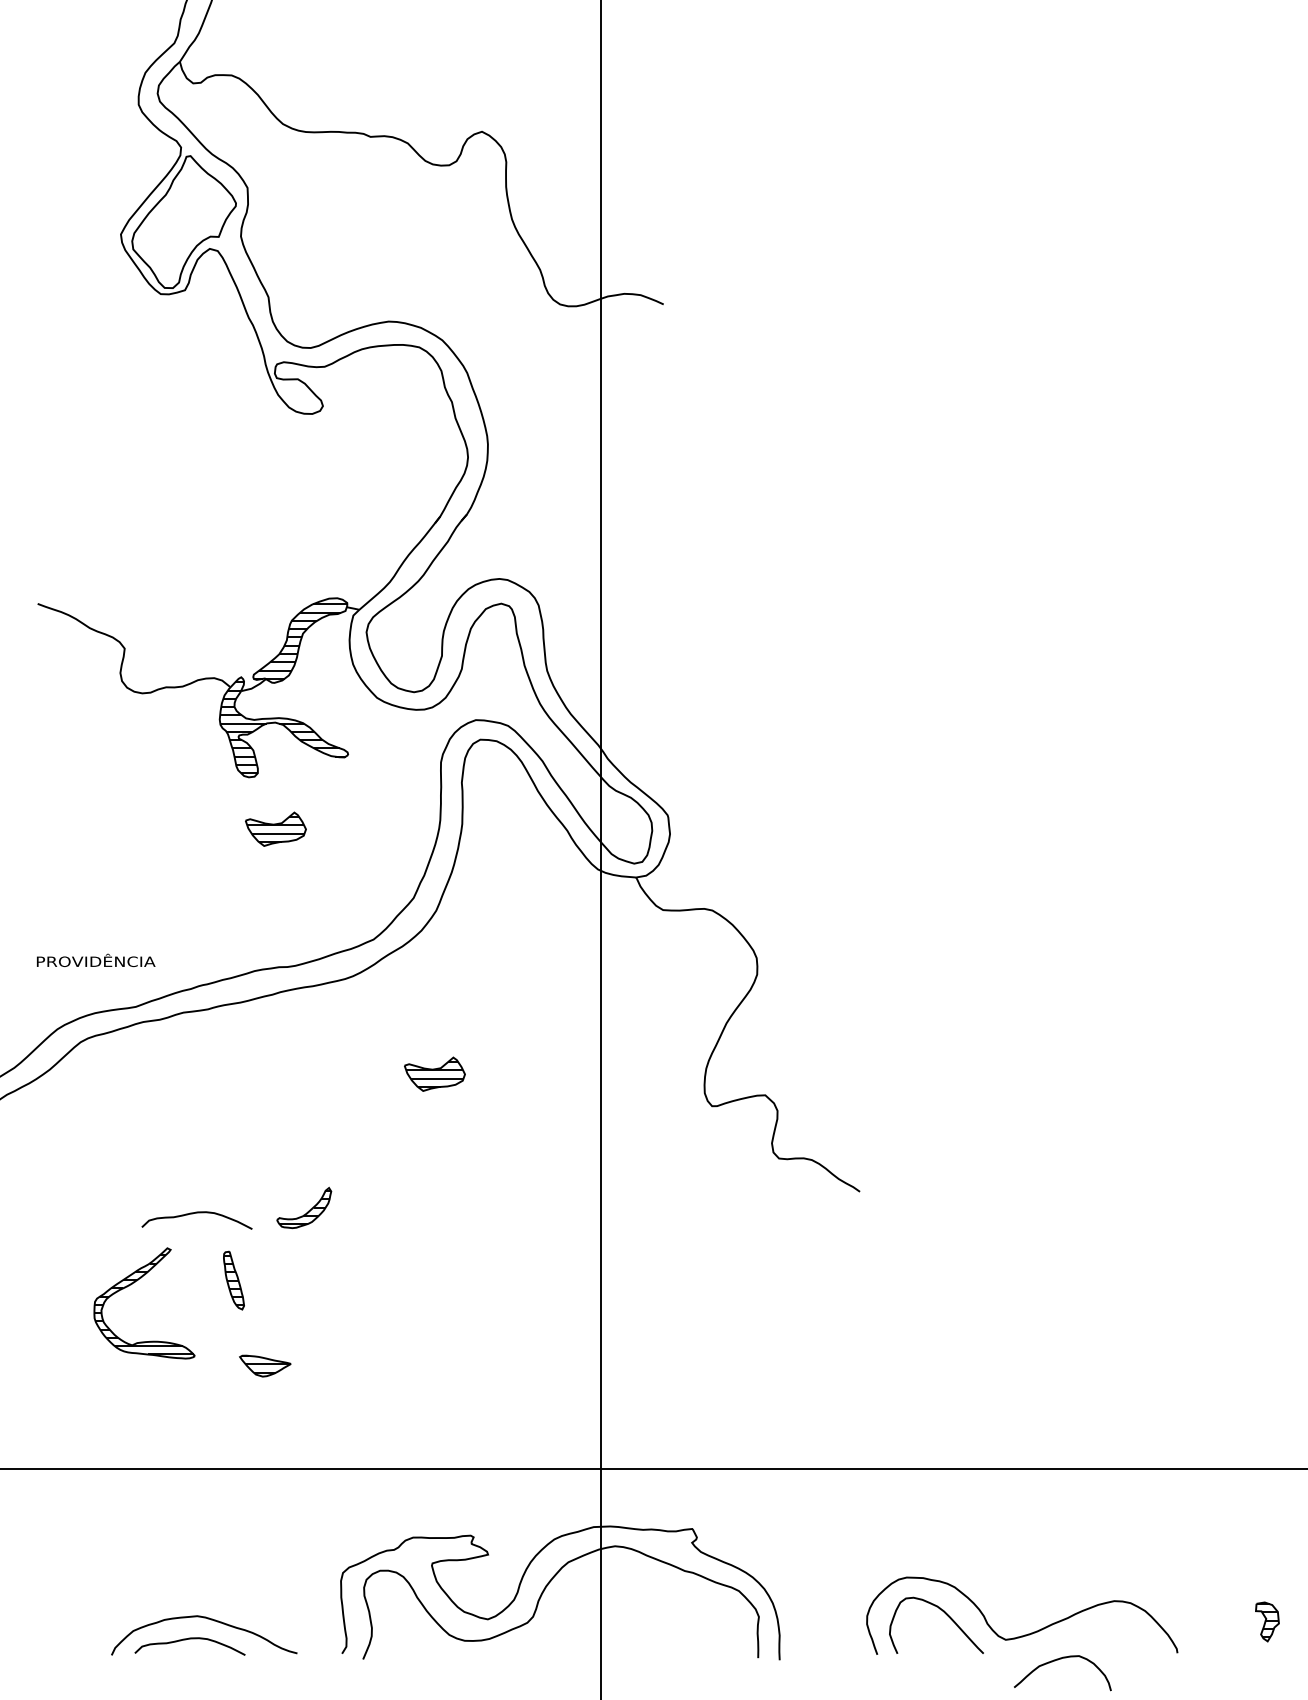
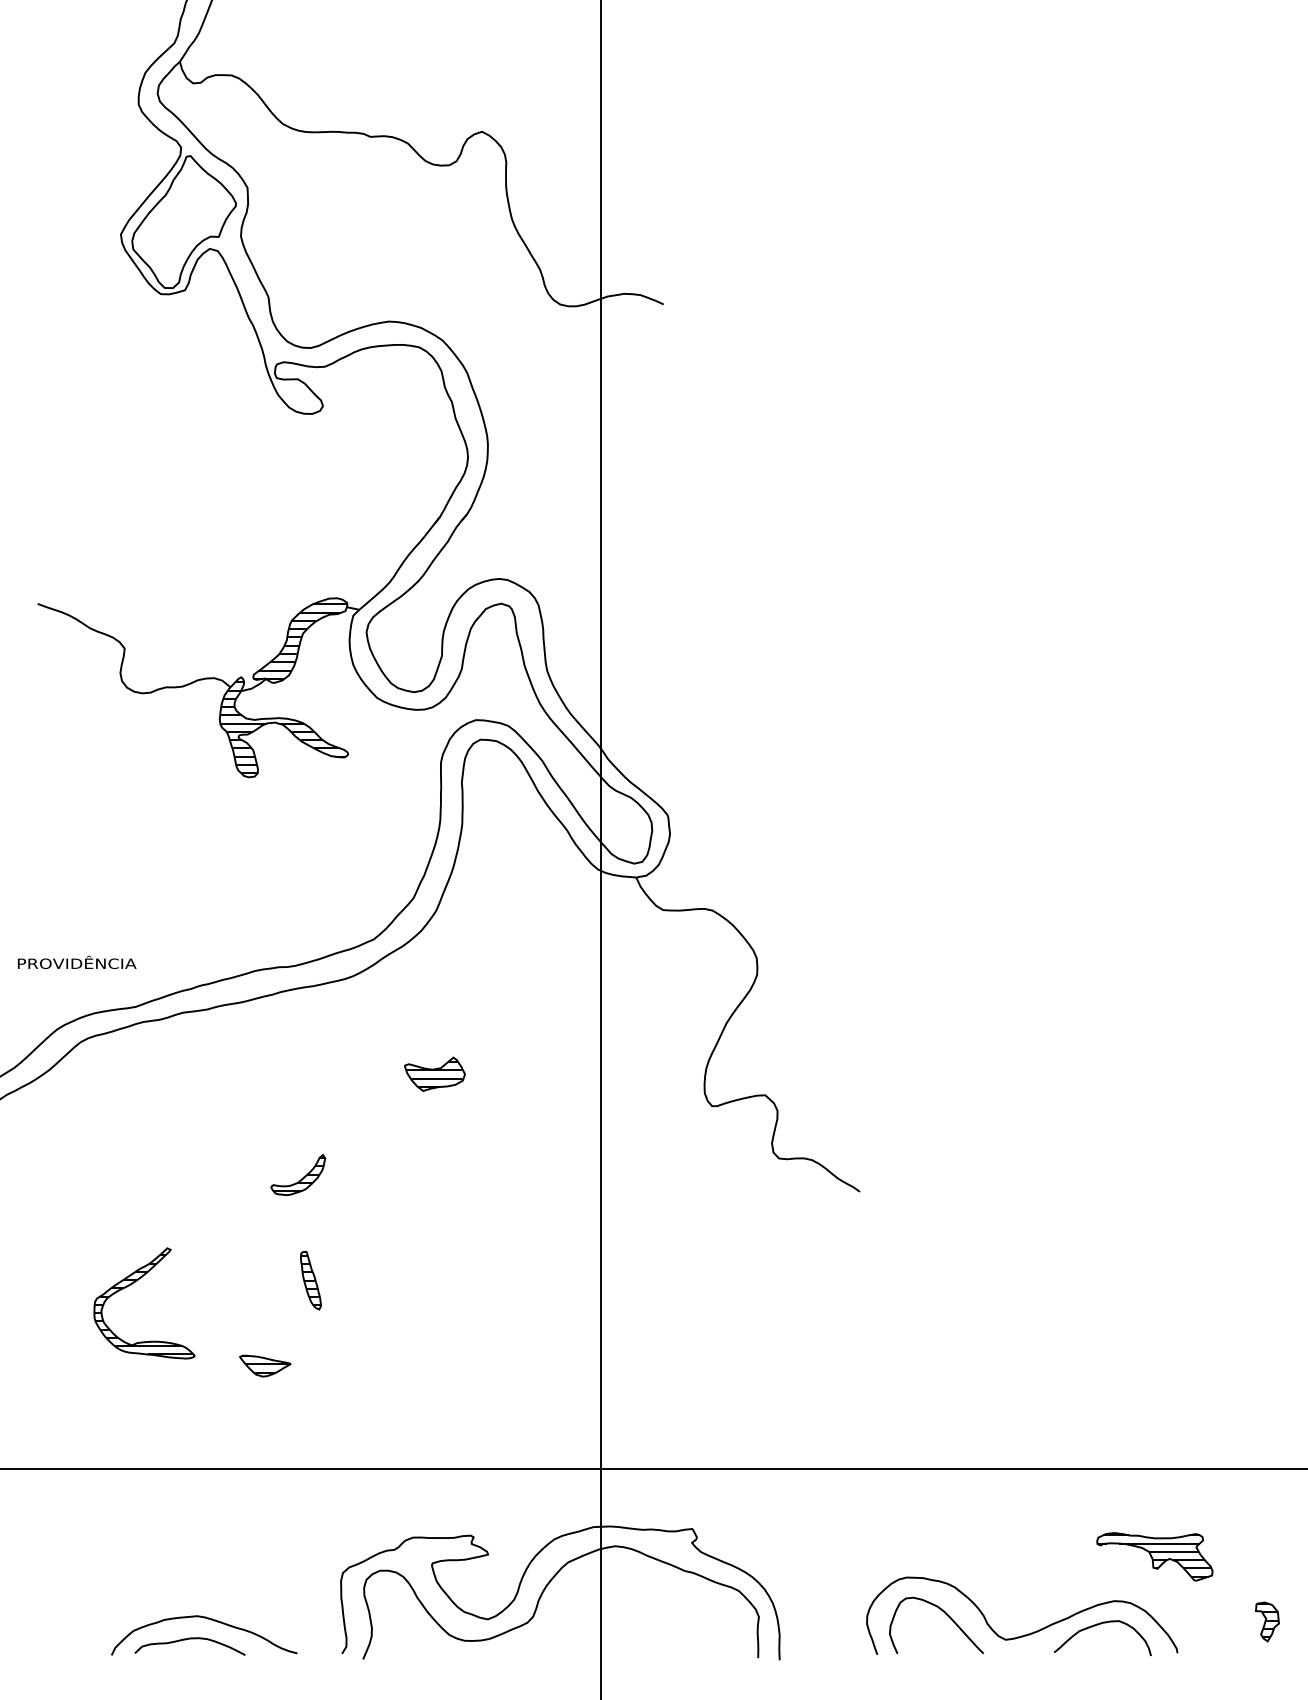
part at (275, 828): present -> none
text at (96, 960) position: (96, 960) -> (77, 962)
part at (304, 1207) position: (304, 1207) -> (298, 1174)
curve at (193, 1214): present -> none
part at (233, 1280) position: (233, 1280) -> (310, 1280)
part at (1154, 1556): none -> present
curve at (1058, 1660) position: (1058, 1660) -> (1098, 1625)
